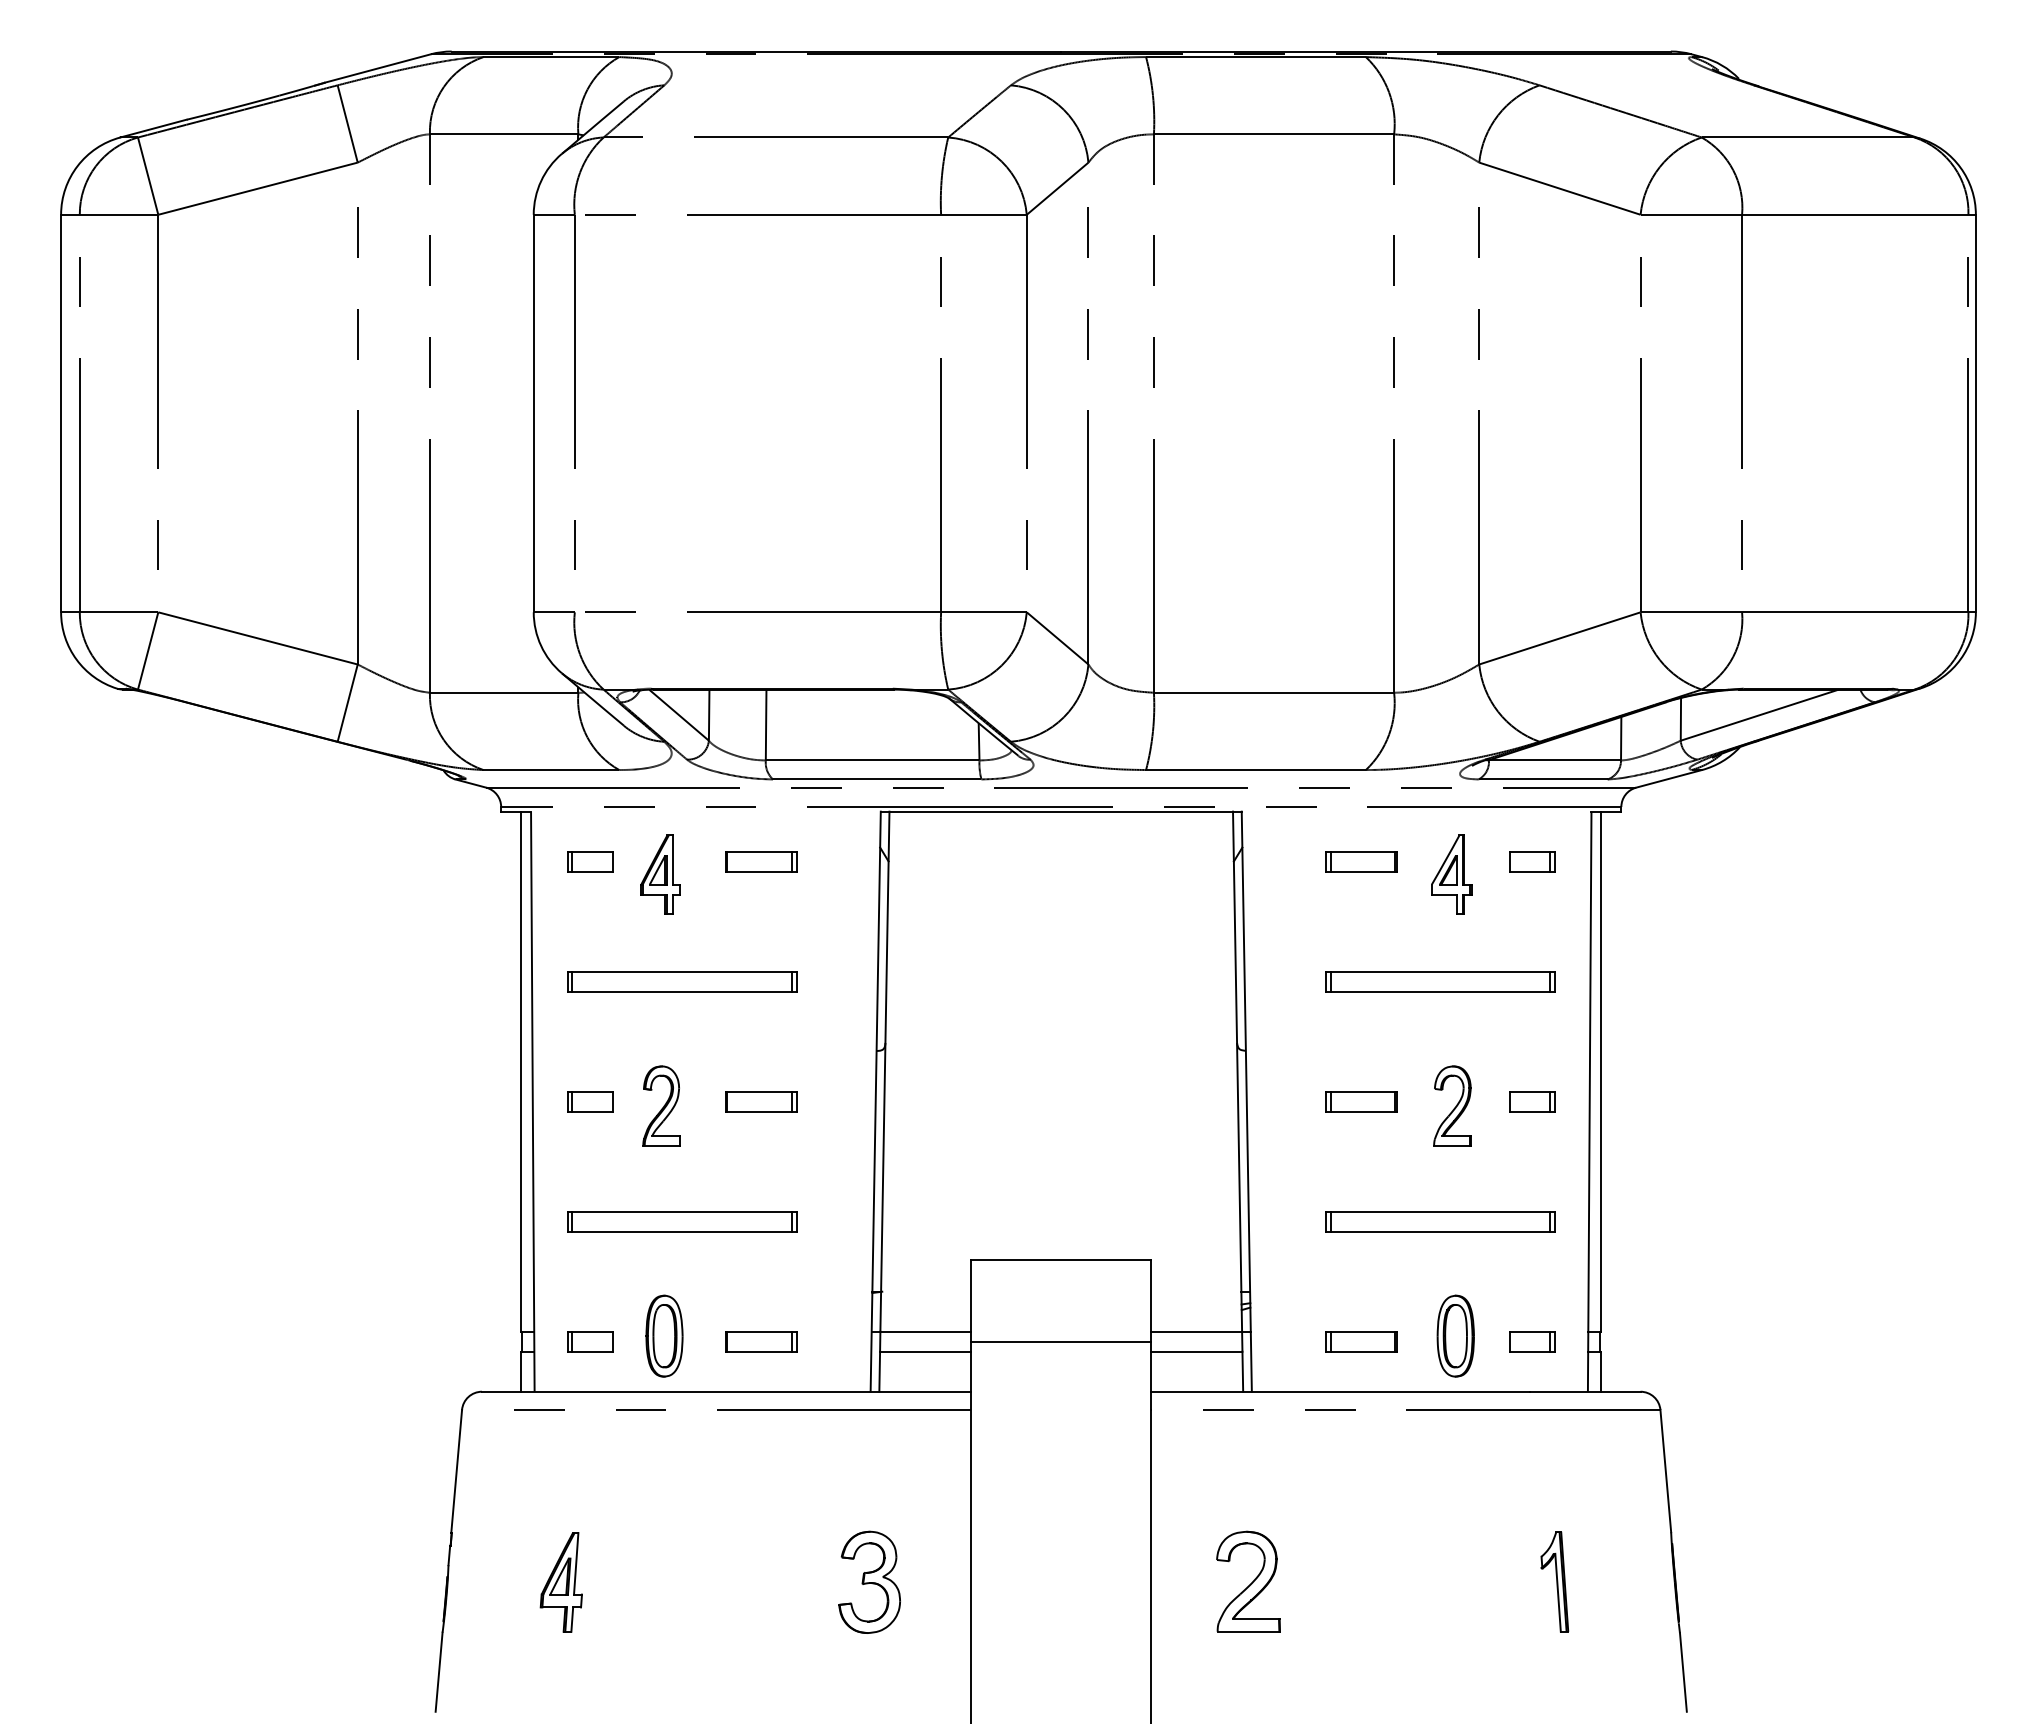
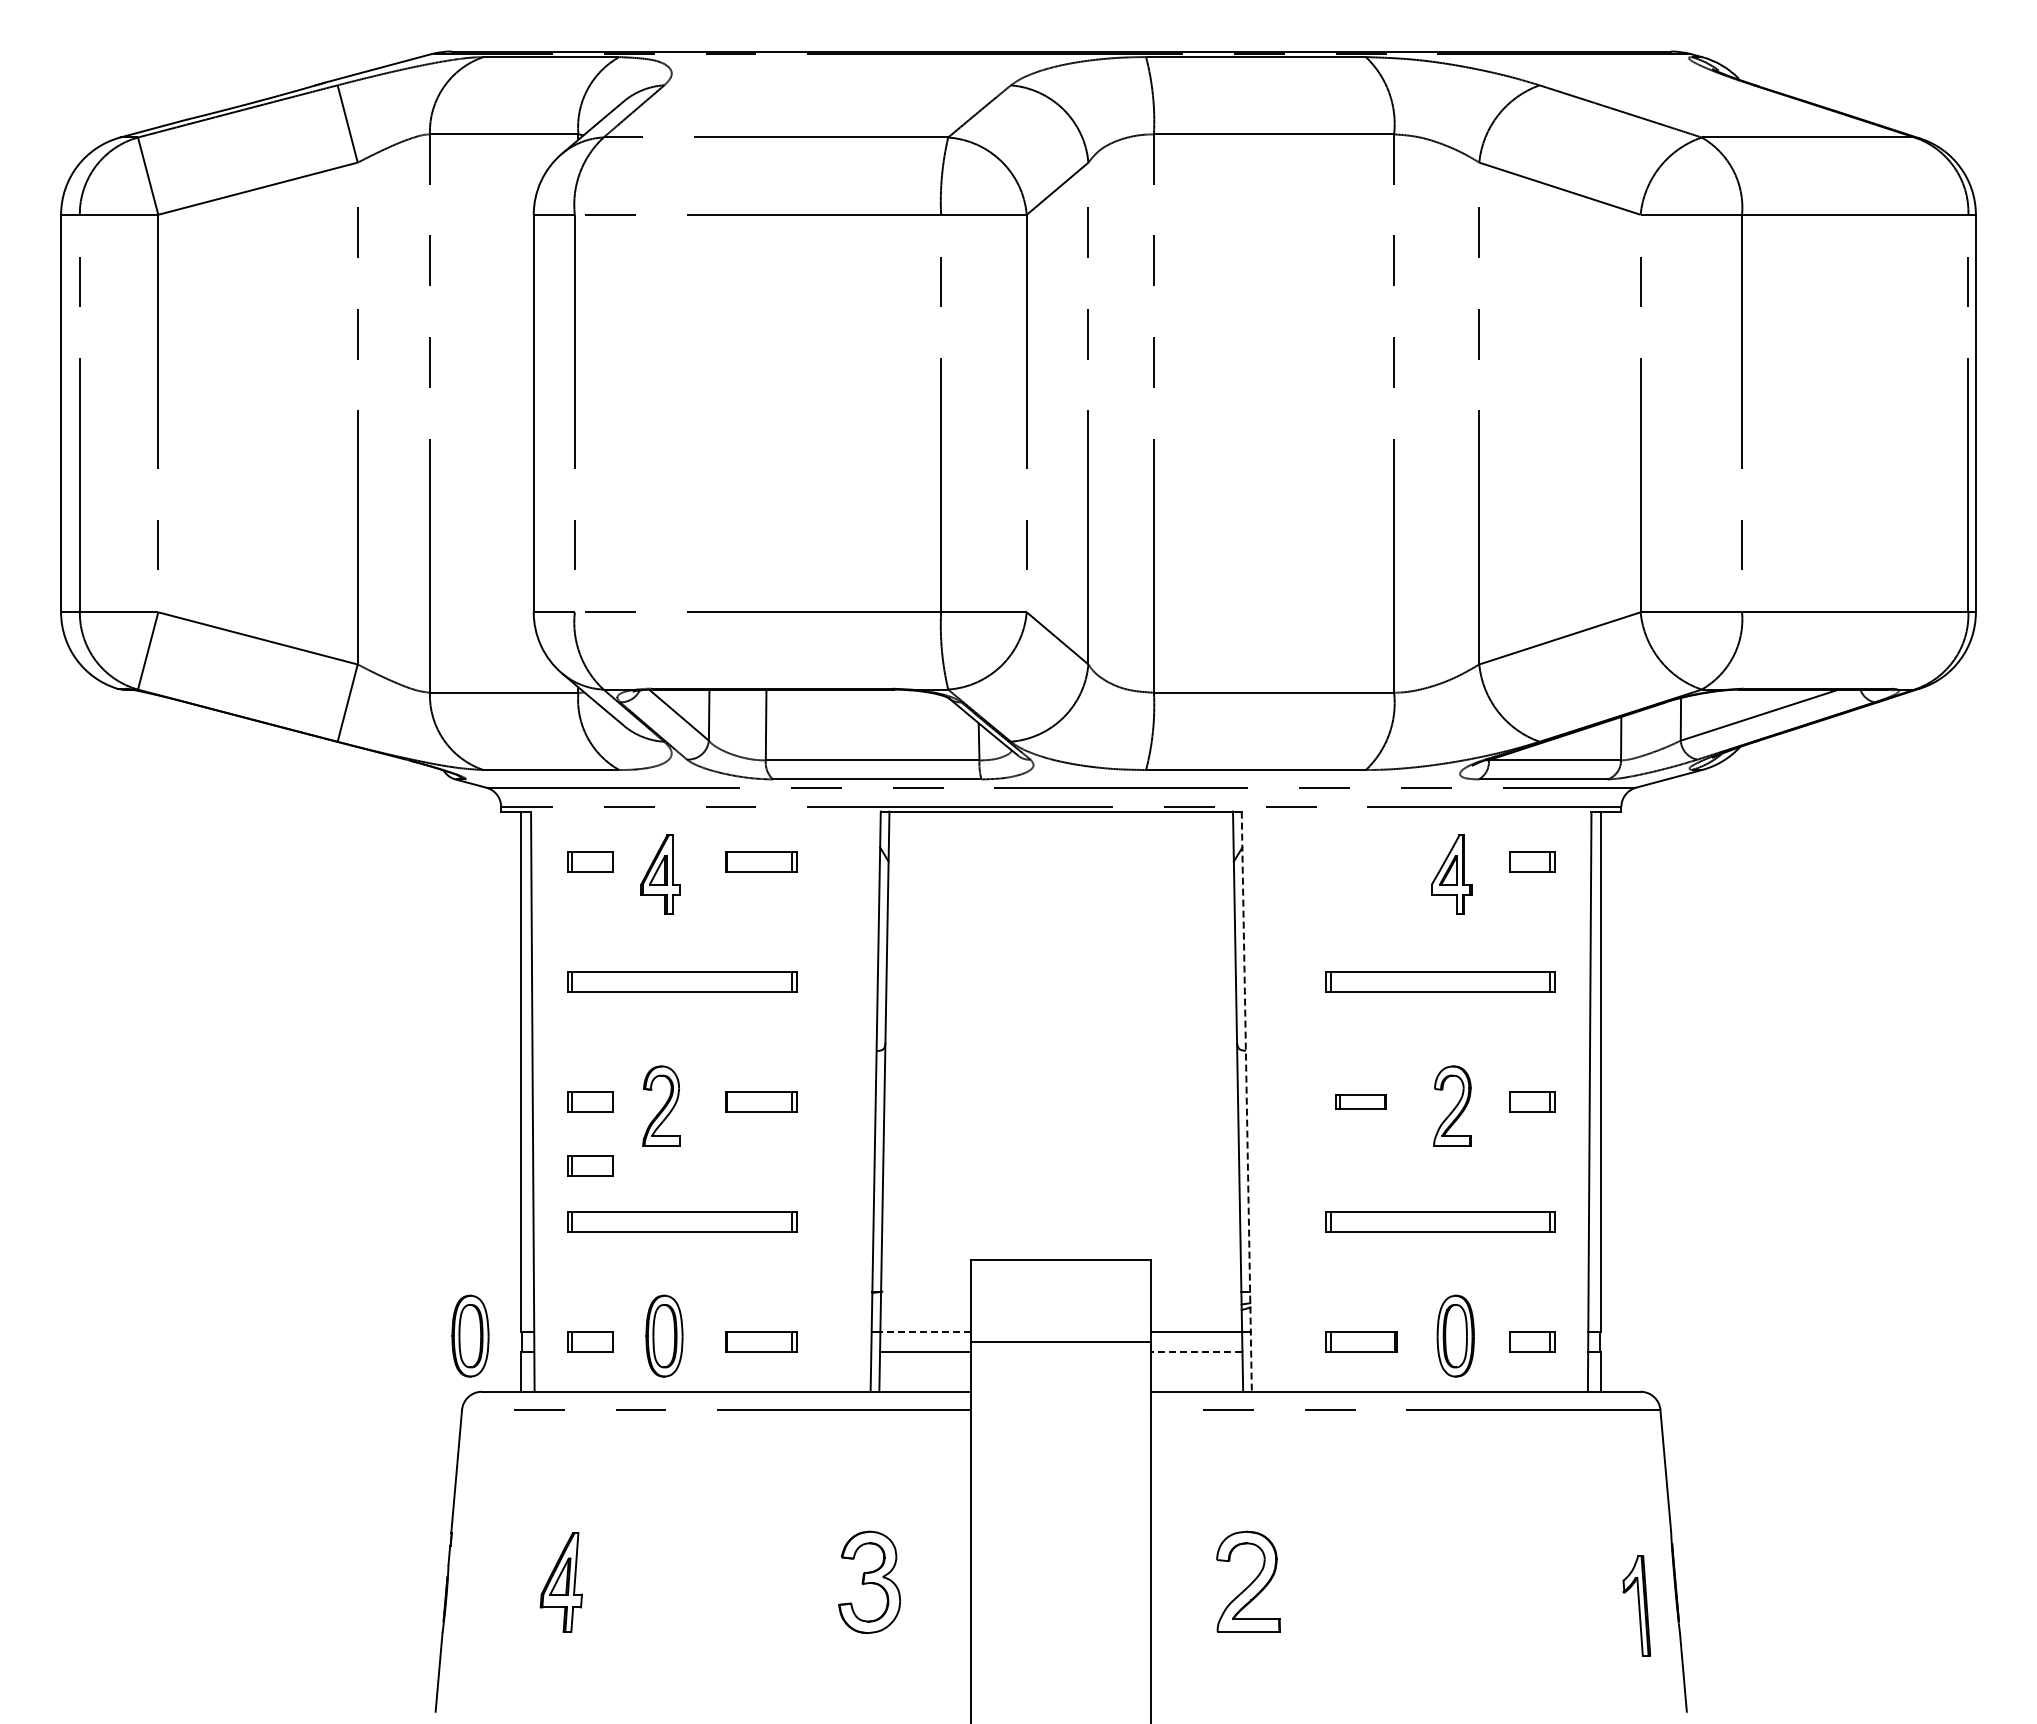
part at (1361, 861): present -> none
part at (1361, 1101) size: 73x22 px -> 52x16 px
line at (1246, 1102): solid -> dashed
part at (590, 1165): none -> present
line at (925, 1331): solid -> dashed
part at (470, 1335): none -> present
line at (1196, 1351): solid -> dashed
part at (1554, 1581) position: (1554, 1581) -> (1636, 1605)
